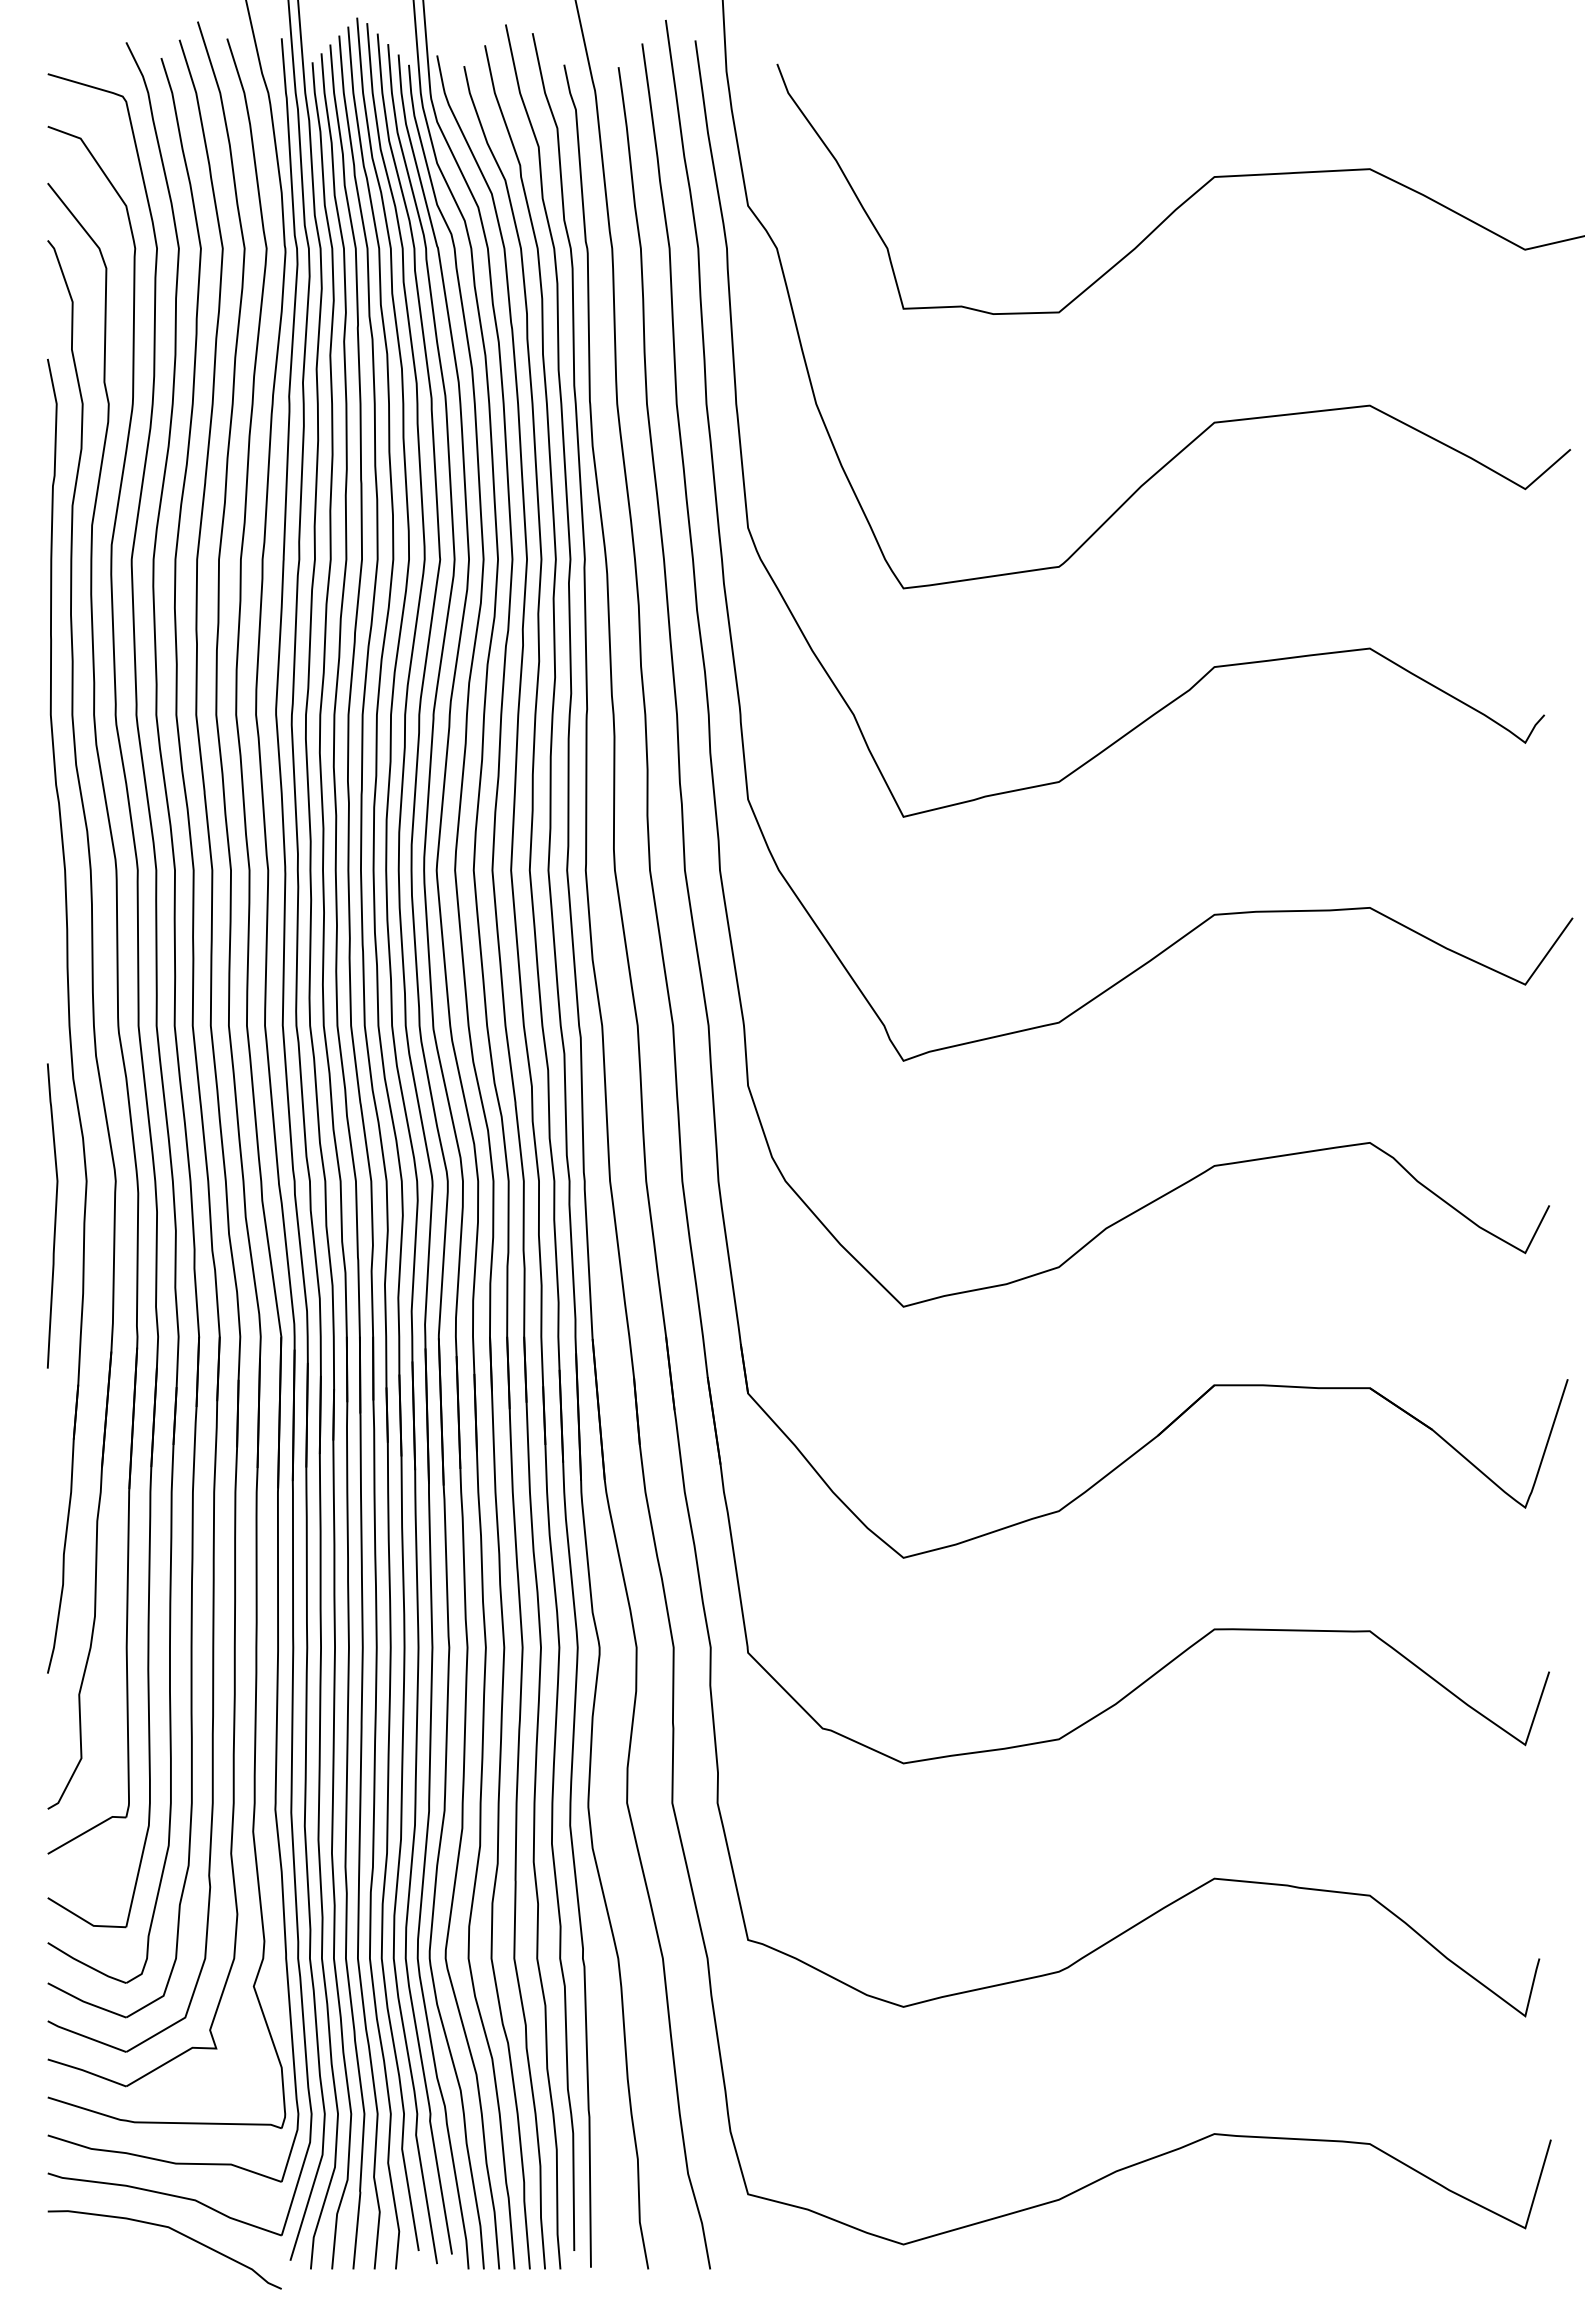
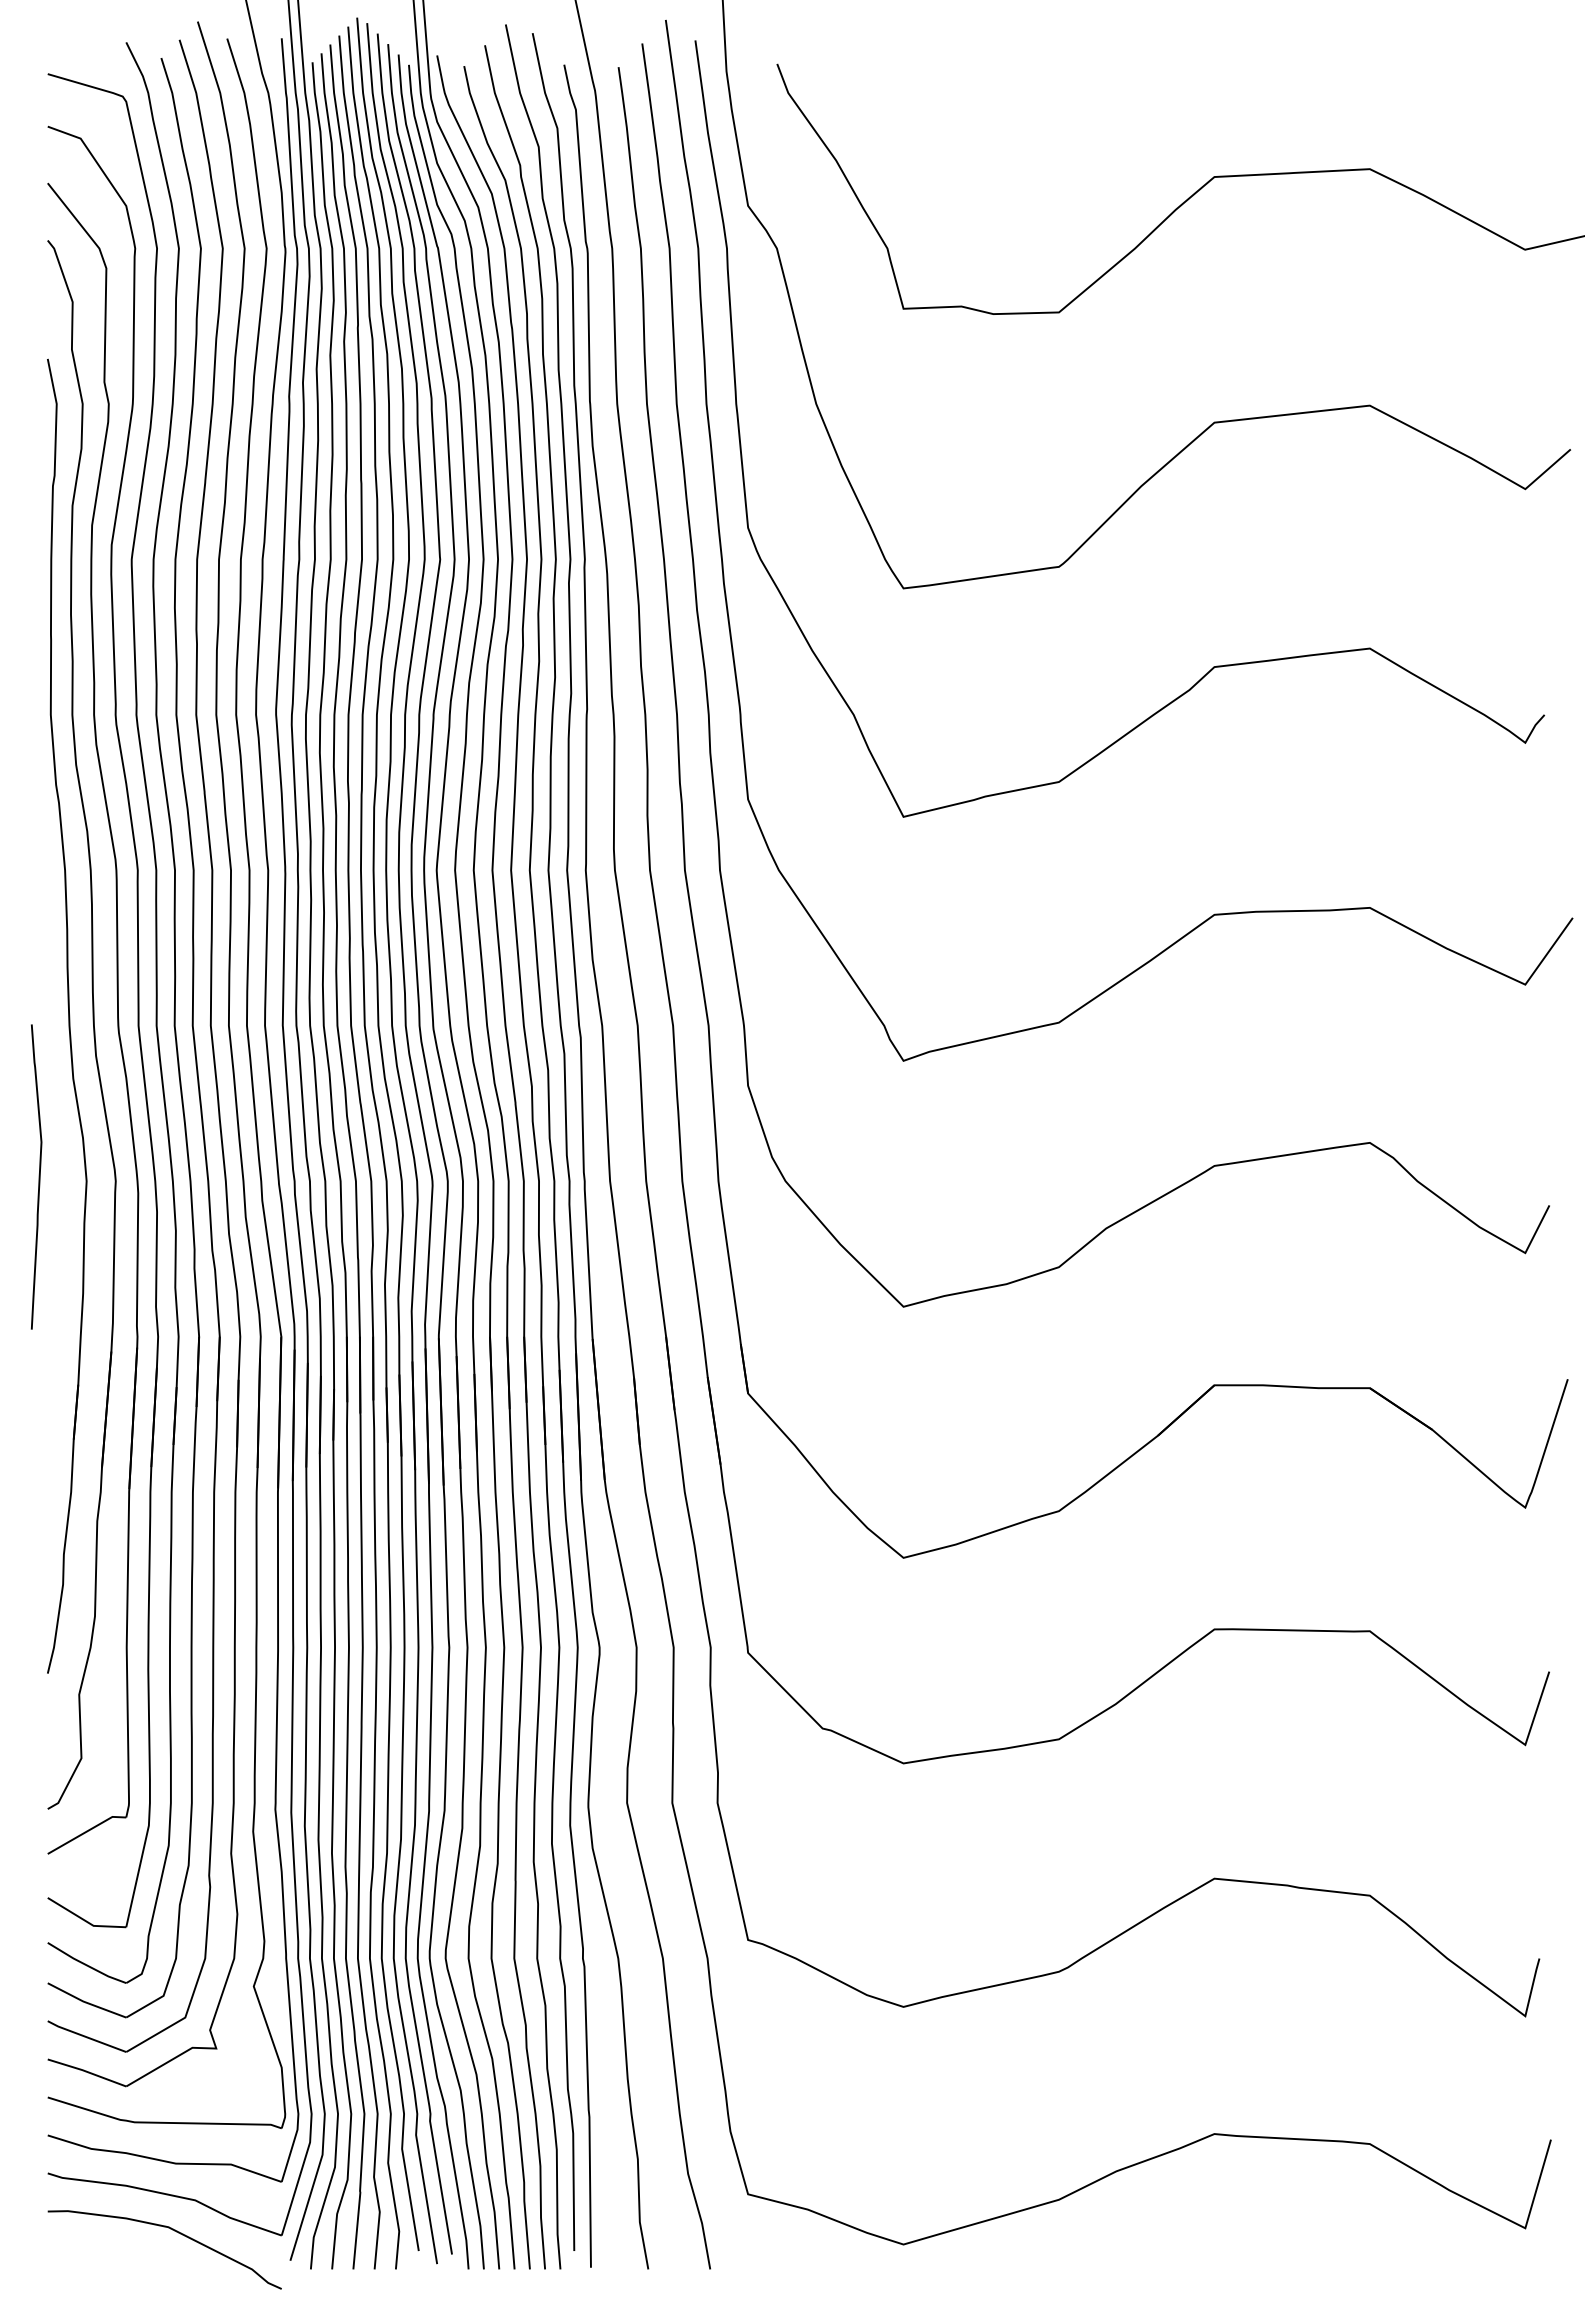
curve at (54, 1215) position: (54, 1215) -> (38, 1176)
